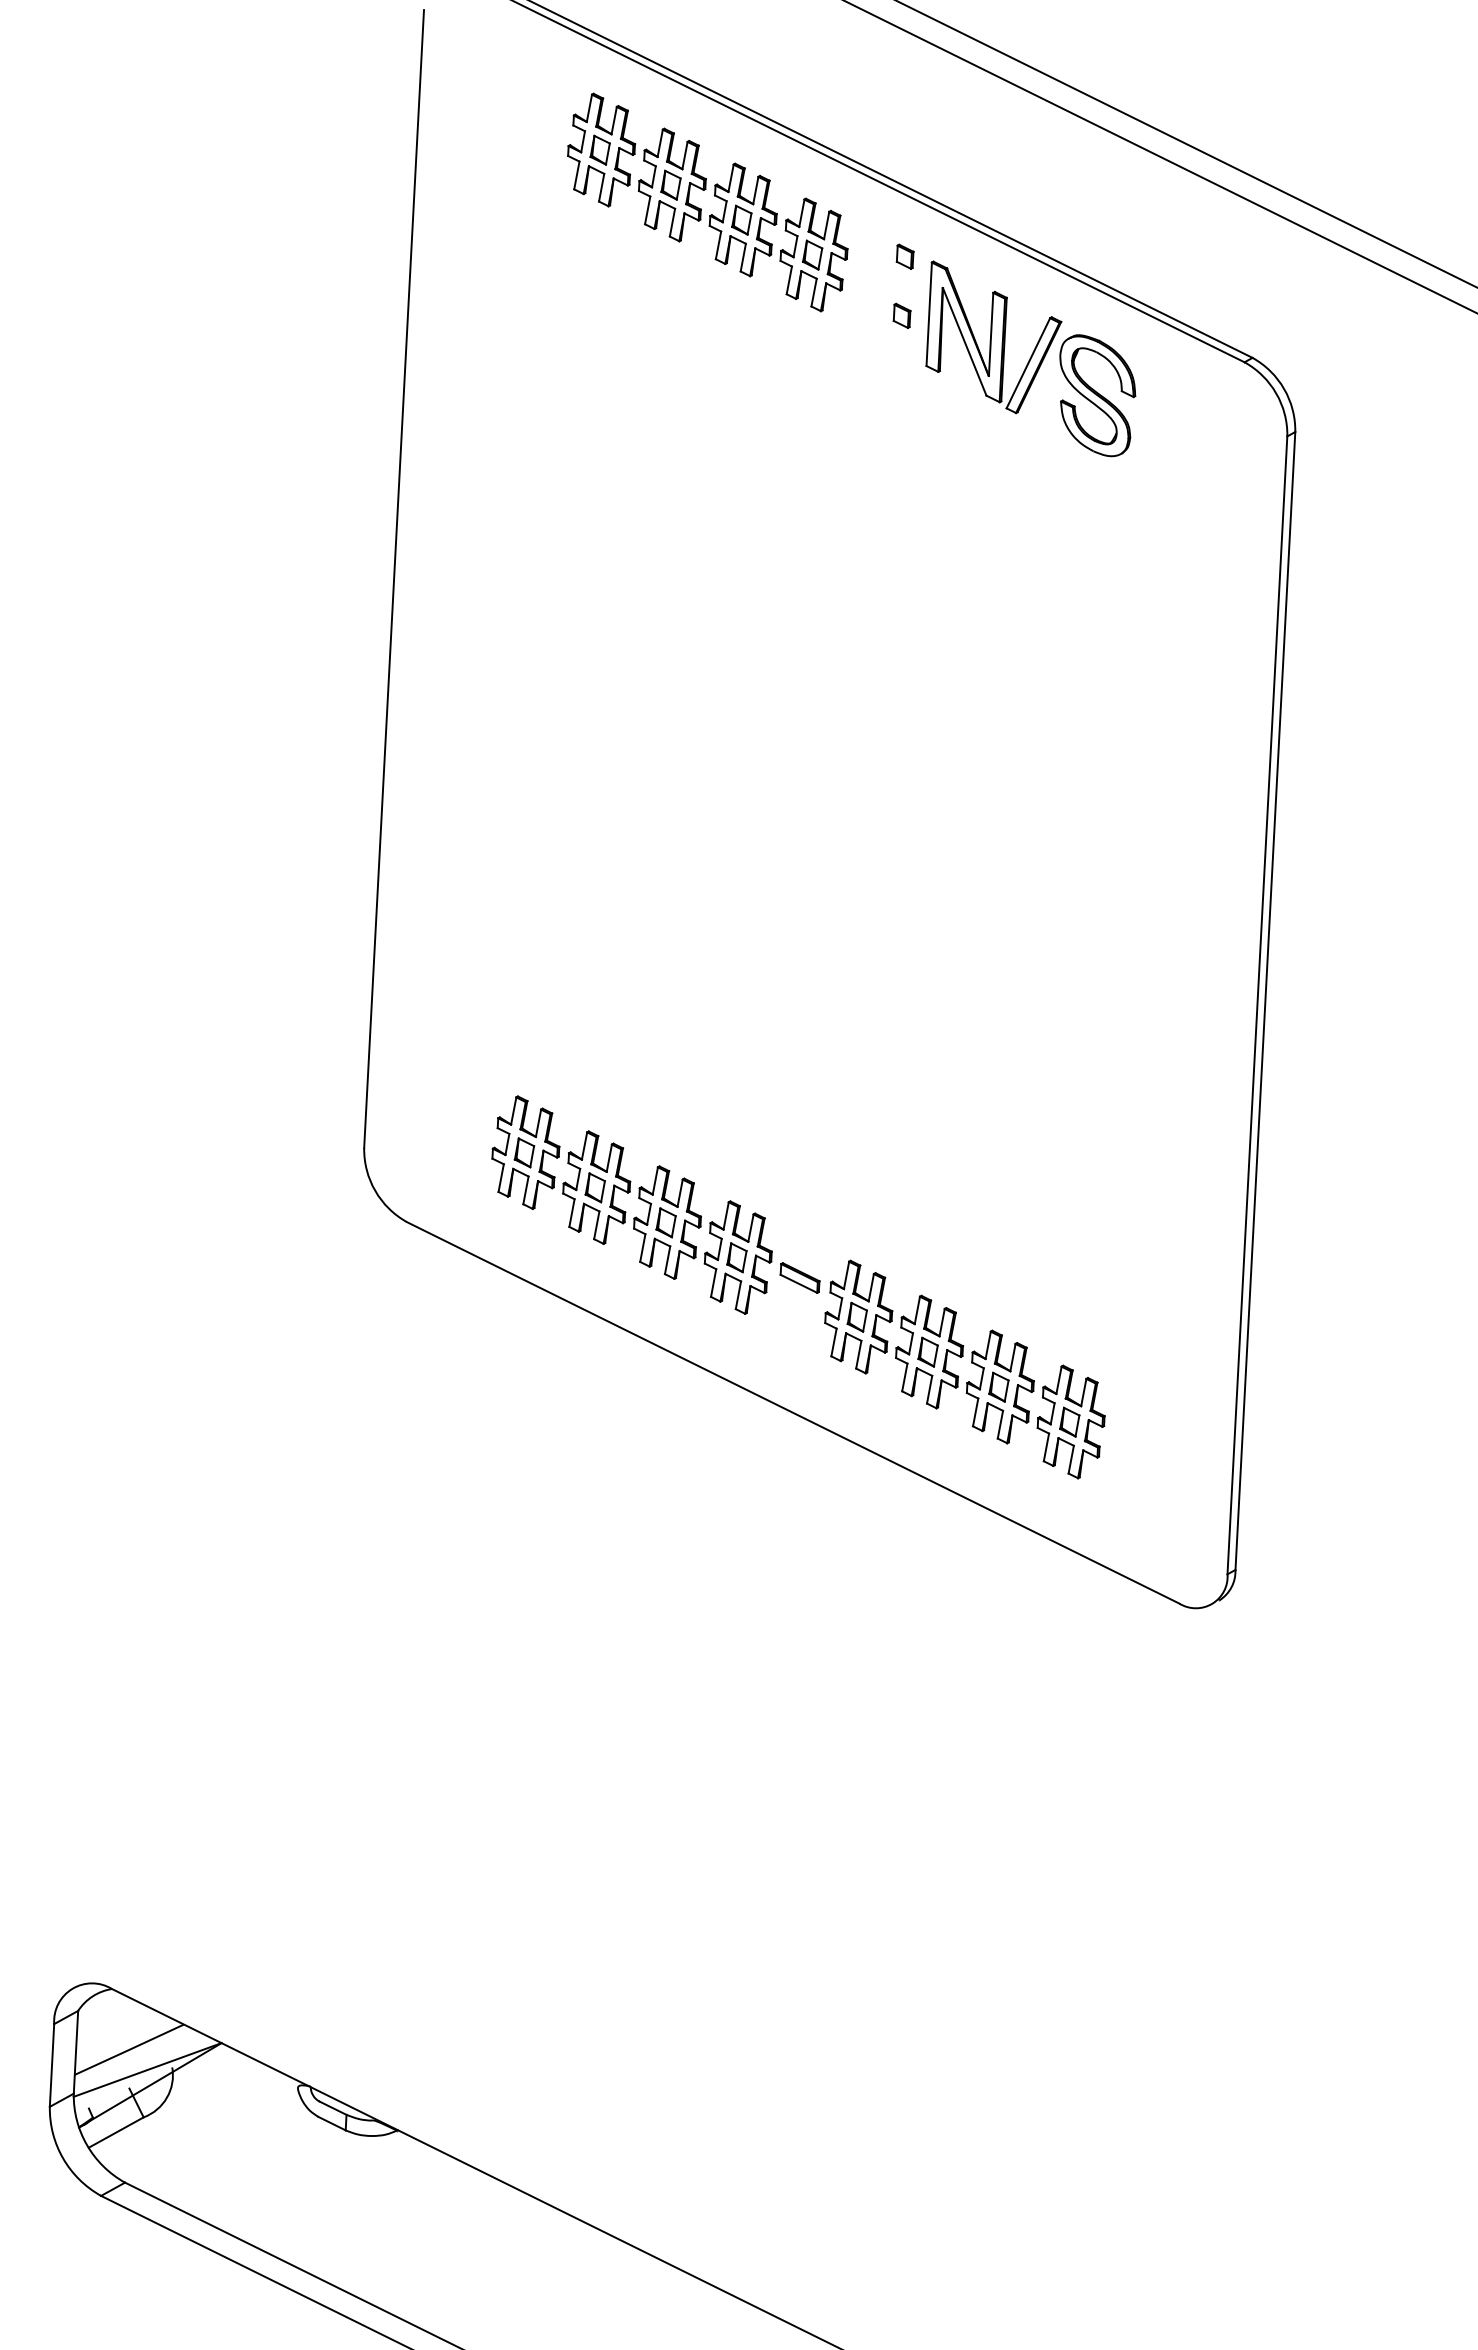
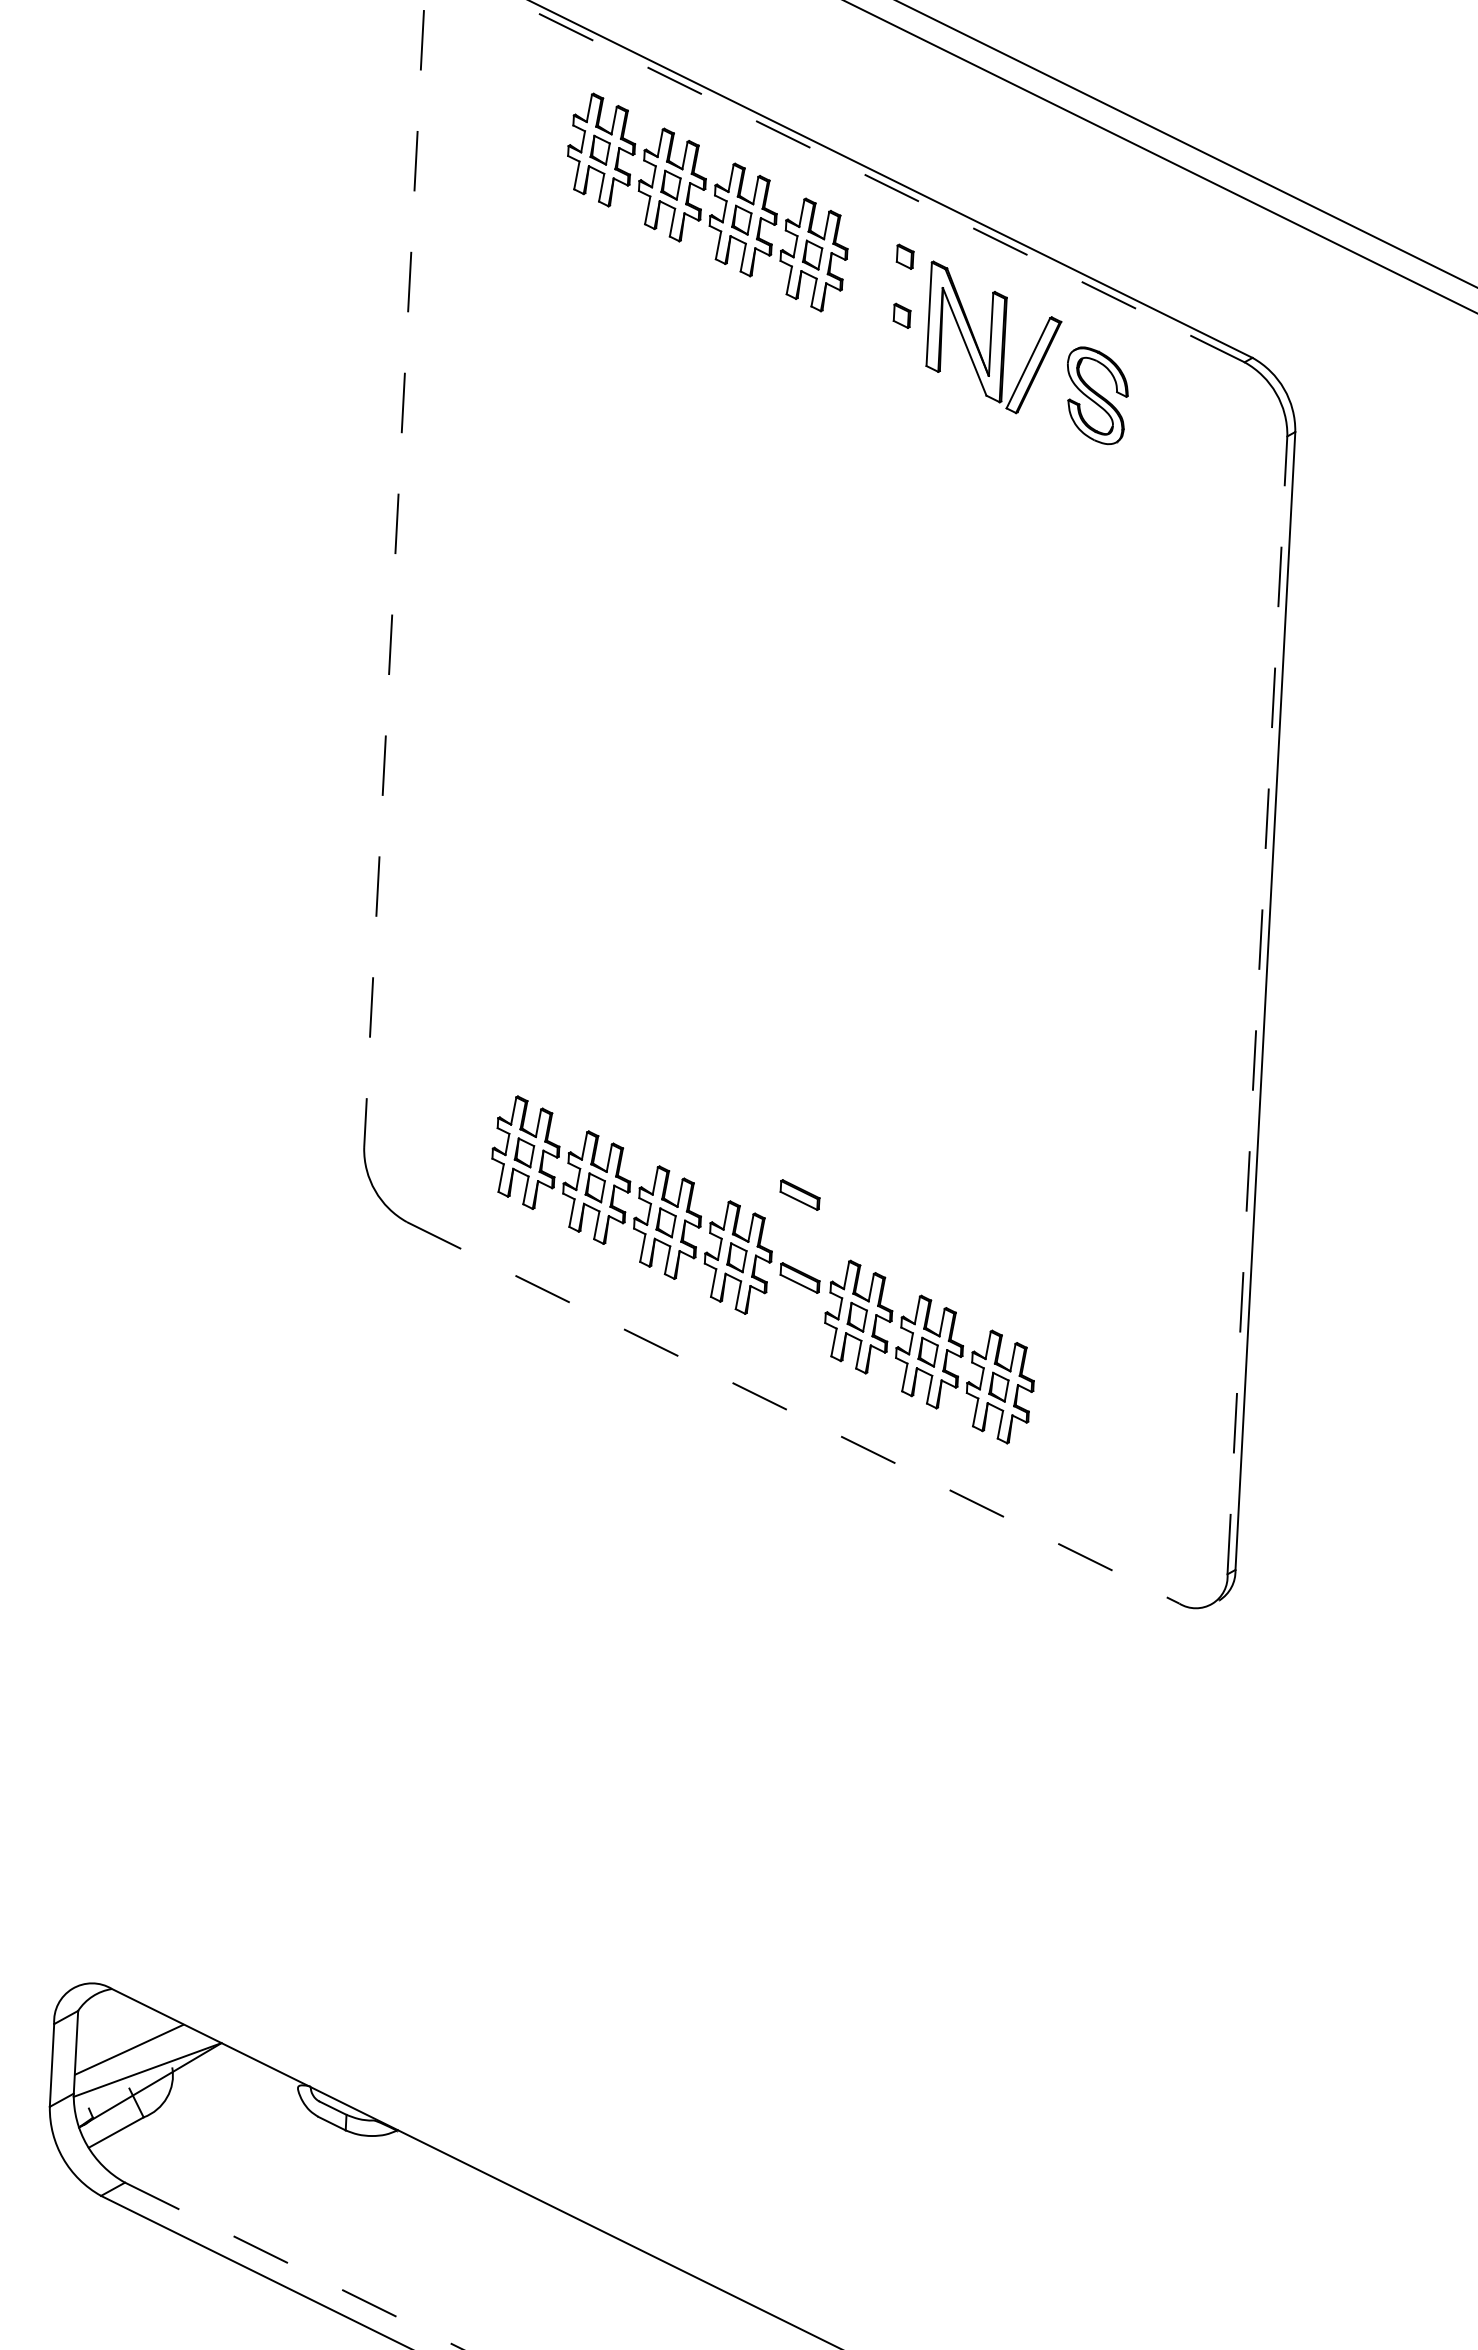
line at (878, 181): solid -> dashed
part at (1097, 395) size: 78x124 px -> 62x100 px
line at (394, 579): solid -> dashed
line at (1257, 1005): solid -> dashed
part at (799, 1194): none -> present
line at (793, 1412): solid -> dashed
part at (1070, 1421): present -> none
line at (294, 2266): solid -> dashed
